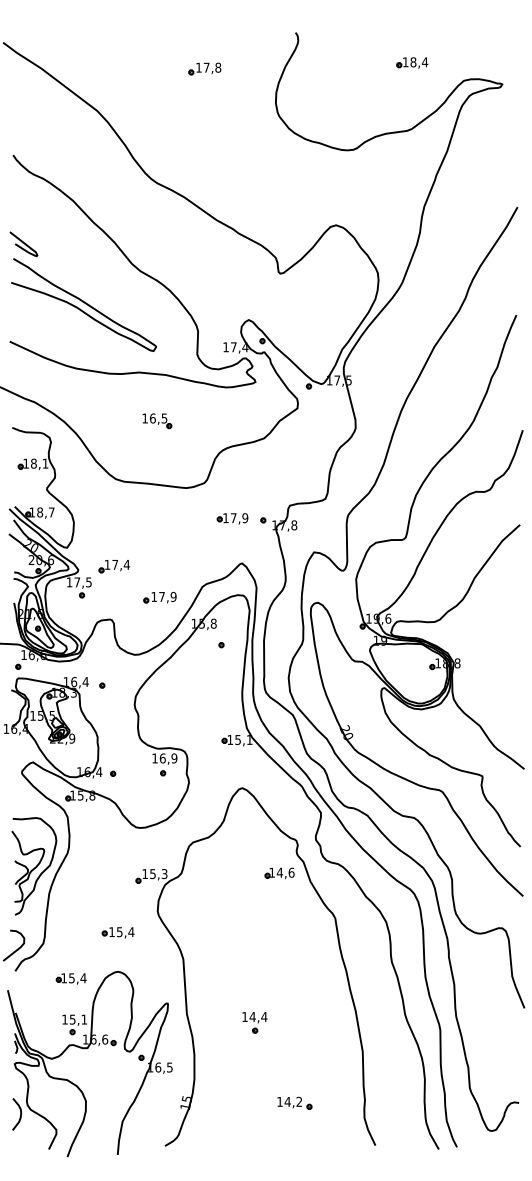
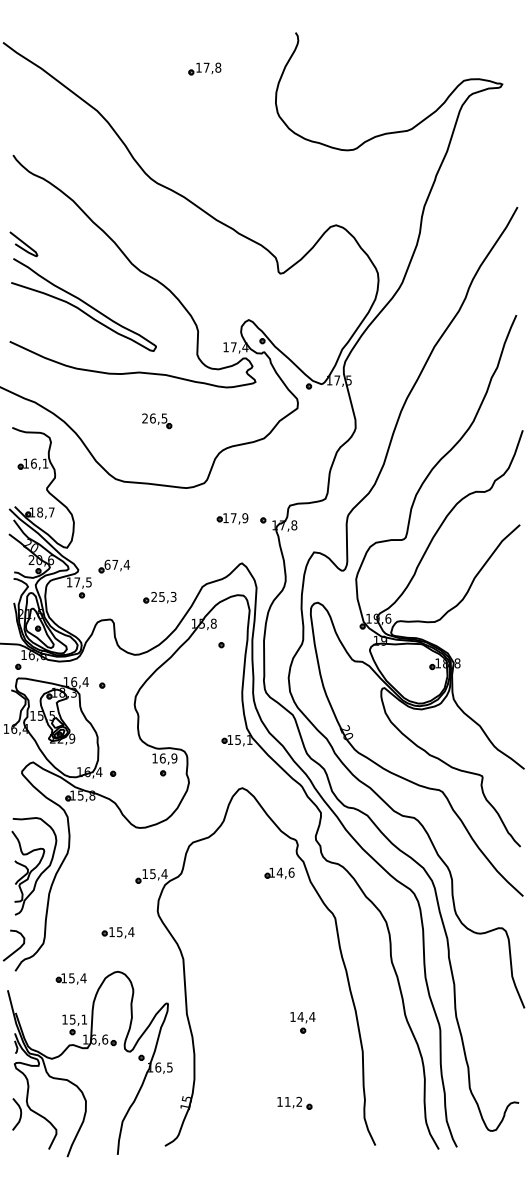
part at (412, 62): present -> none
text at (144, 418): 16,5 -> 26,5
text at (33, 463): 18,1 -> 16,1
text at (107, 564): 17,4 -> 67,4
text at (163, 597): 17,9 -> 25,3
text at (164, 874): 15,3 -> 15,4
part at (254, 1022) position: (254, 1022) -> (302, 1022)
text at (287, 1101): 14,2 -> 11,2
